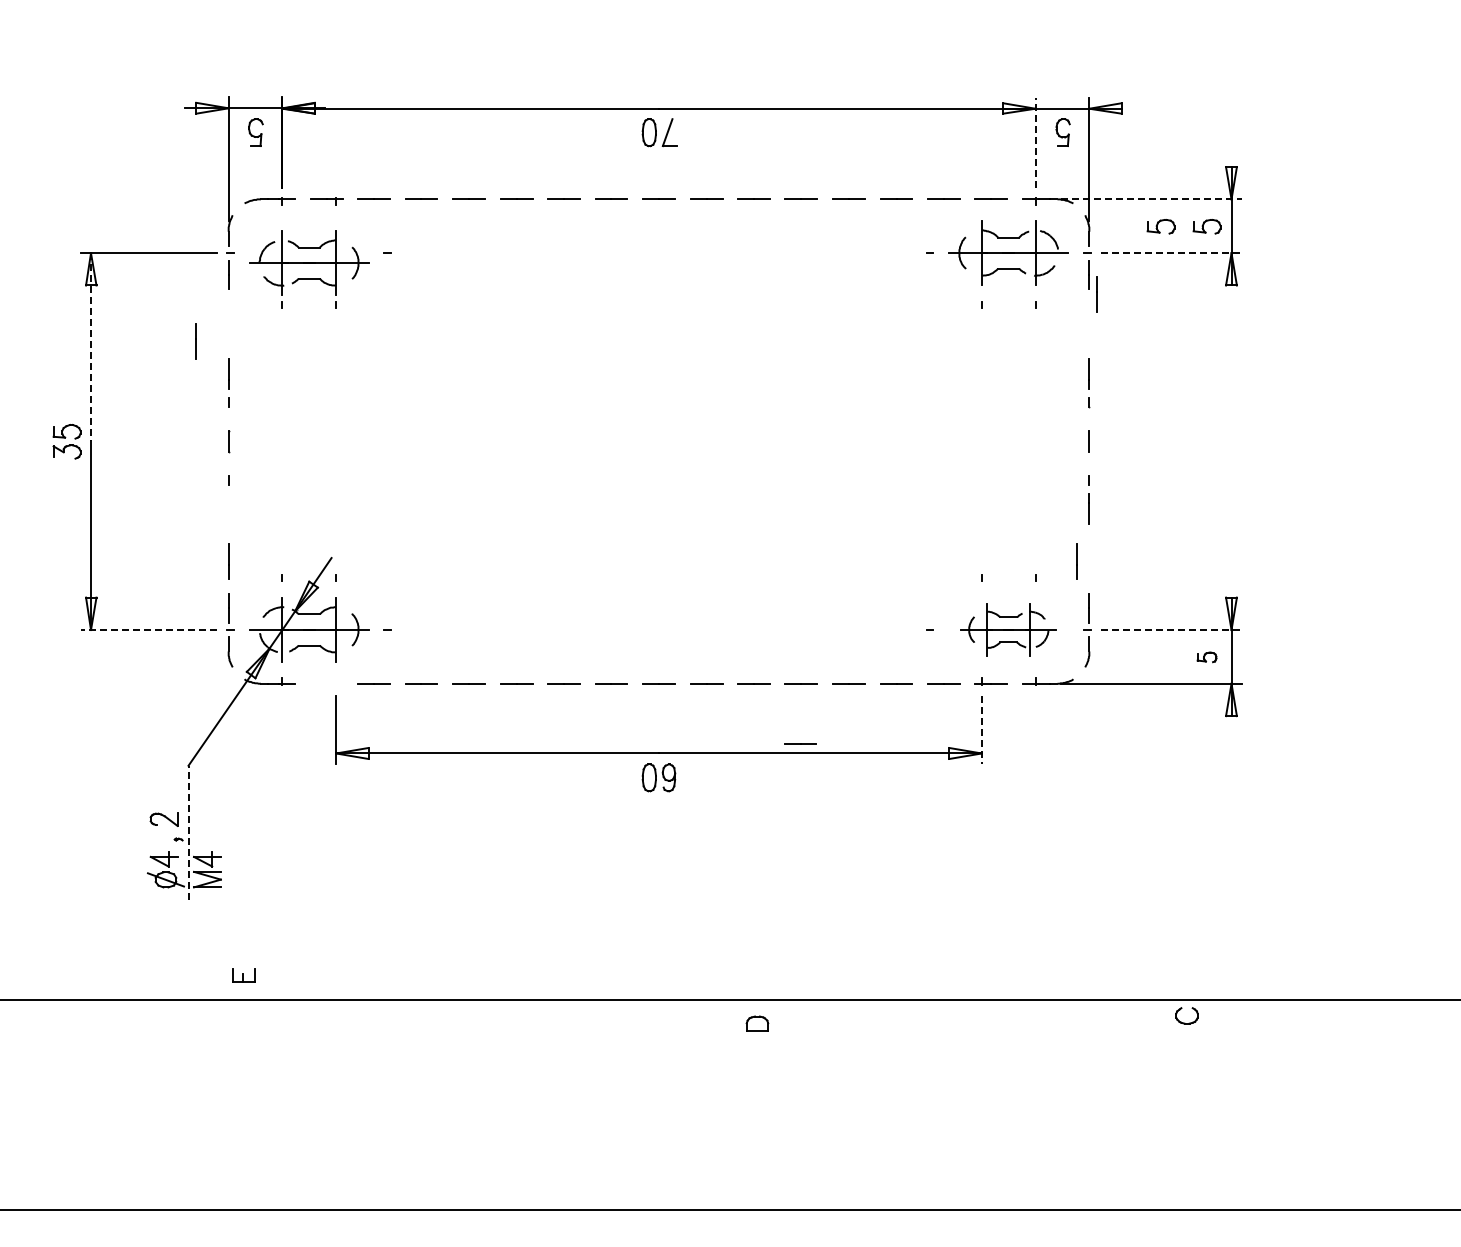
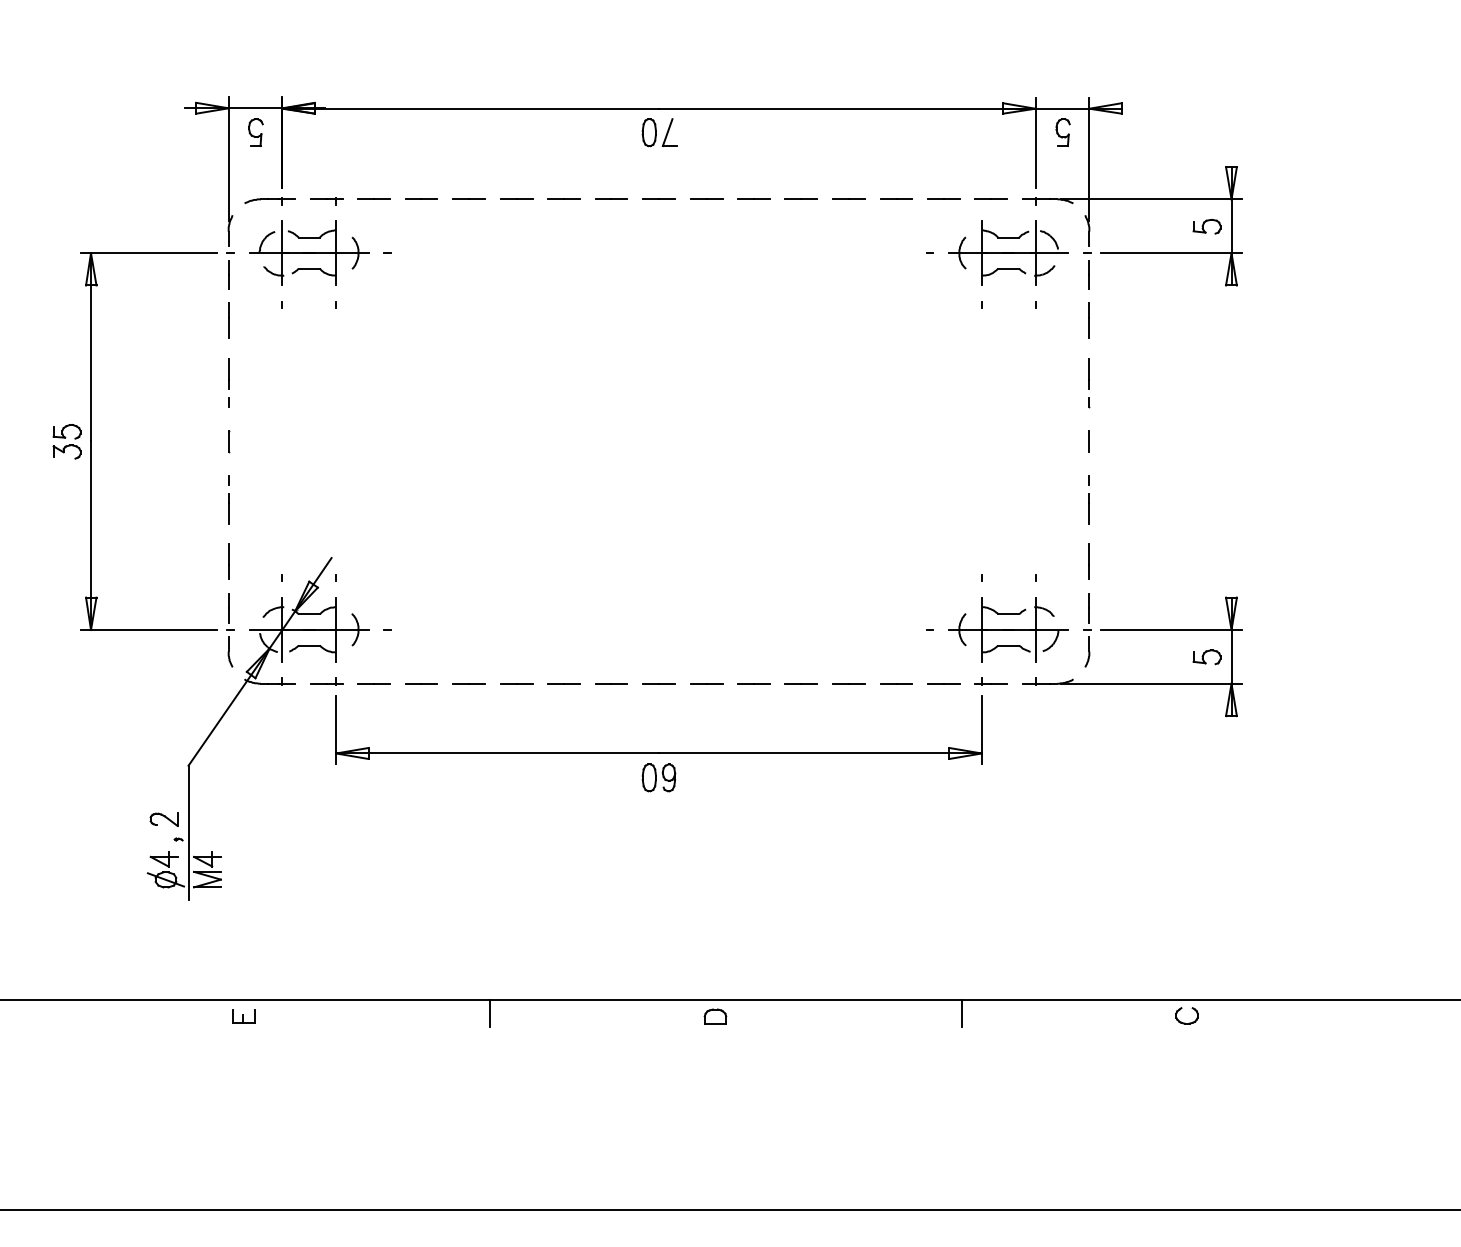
line at (1035, 142): dashed -> solid
line at (1151, 199): dashed -> solid
part at (1160, 226): present -> none
line at (1171, 253): dashed -> solid
part at (309, 262) position: (309, 262) -> (309, 252)
line at (1096, 294) position: (1096, 294) -> (1088, 320)
line at (195, 341) position: (195, 341) -> (228, 320)
line at (91, 347): dashed -> solid
line at (228, 508): none -> present
line at (1076, 561) position: (1076, 561) -> (1088, 561)
part at (1008, 629) size: 97x54 px -> 121x66 px
line at (148, 630): dashed -> solid
line at (1171, 630): dashed -> solid
part at (1206, 657) size: 22x13 px -> 30x17 px
part at (326, 681): none -> present
line at (981, 730): dashed -> solid
line at (800, 743): present -> none
line at (188, 832): dashed -> solid
part at (243, 975) position: (243, 975) -> (243, 1016)
line at (490, 1012): none -> present
line at (962, 1012): none -> present
part at (757, 1023) position: (757, 1023) -> (715, 1016)
